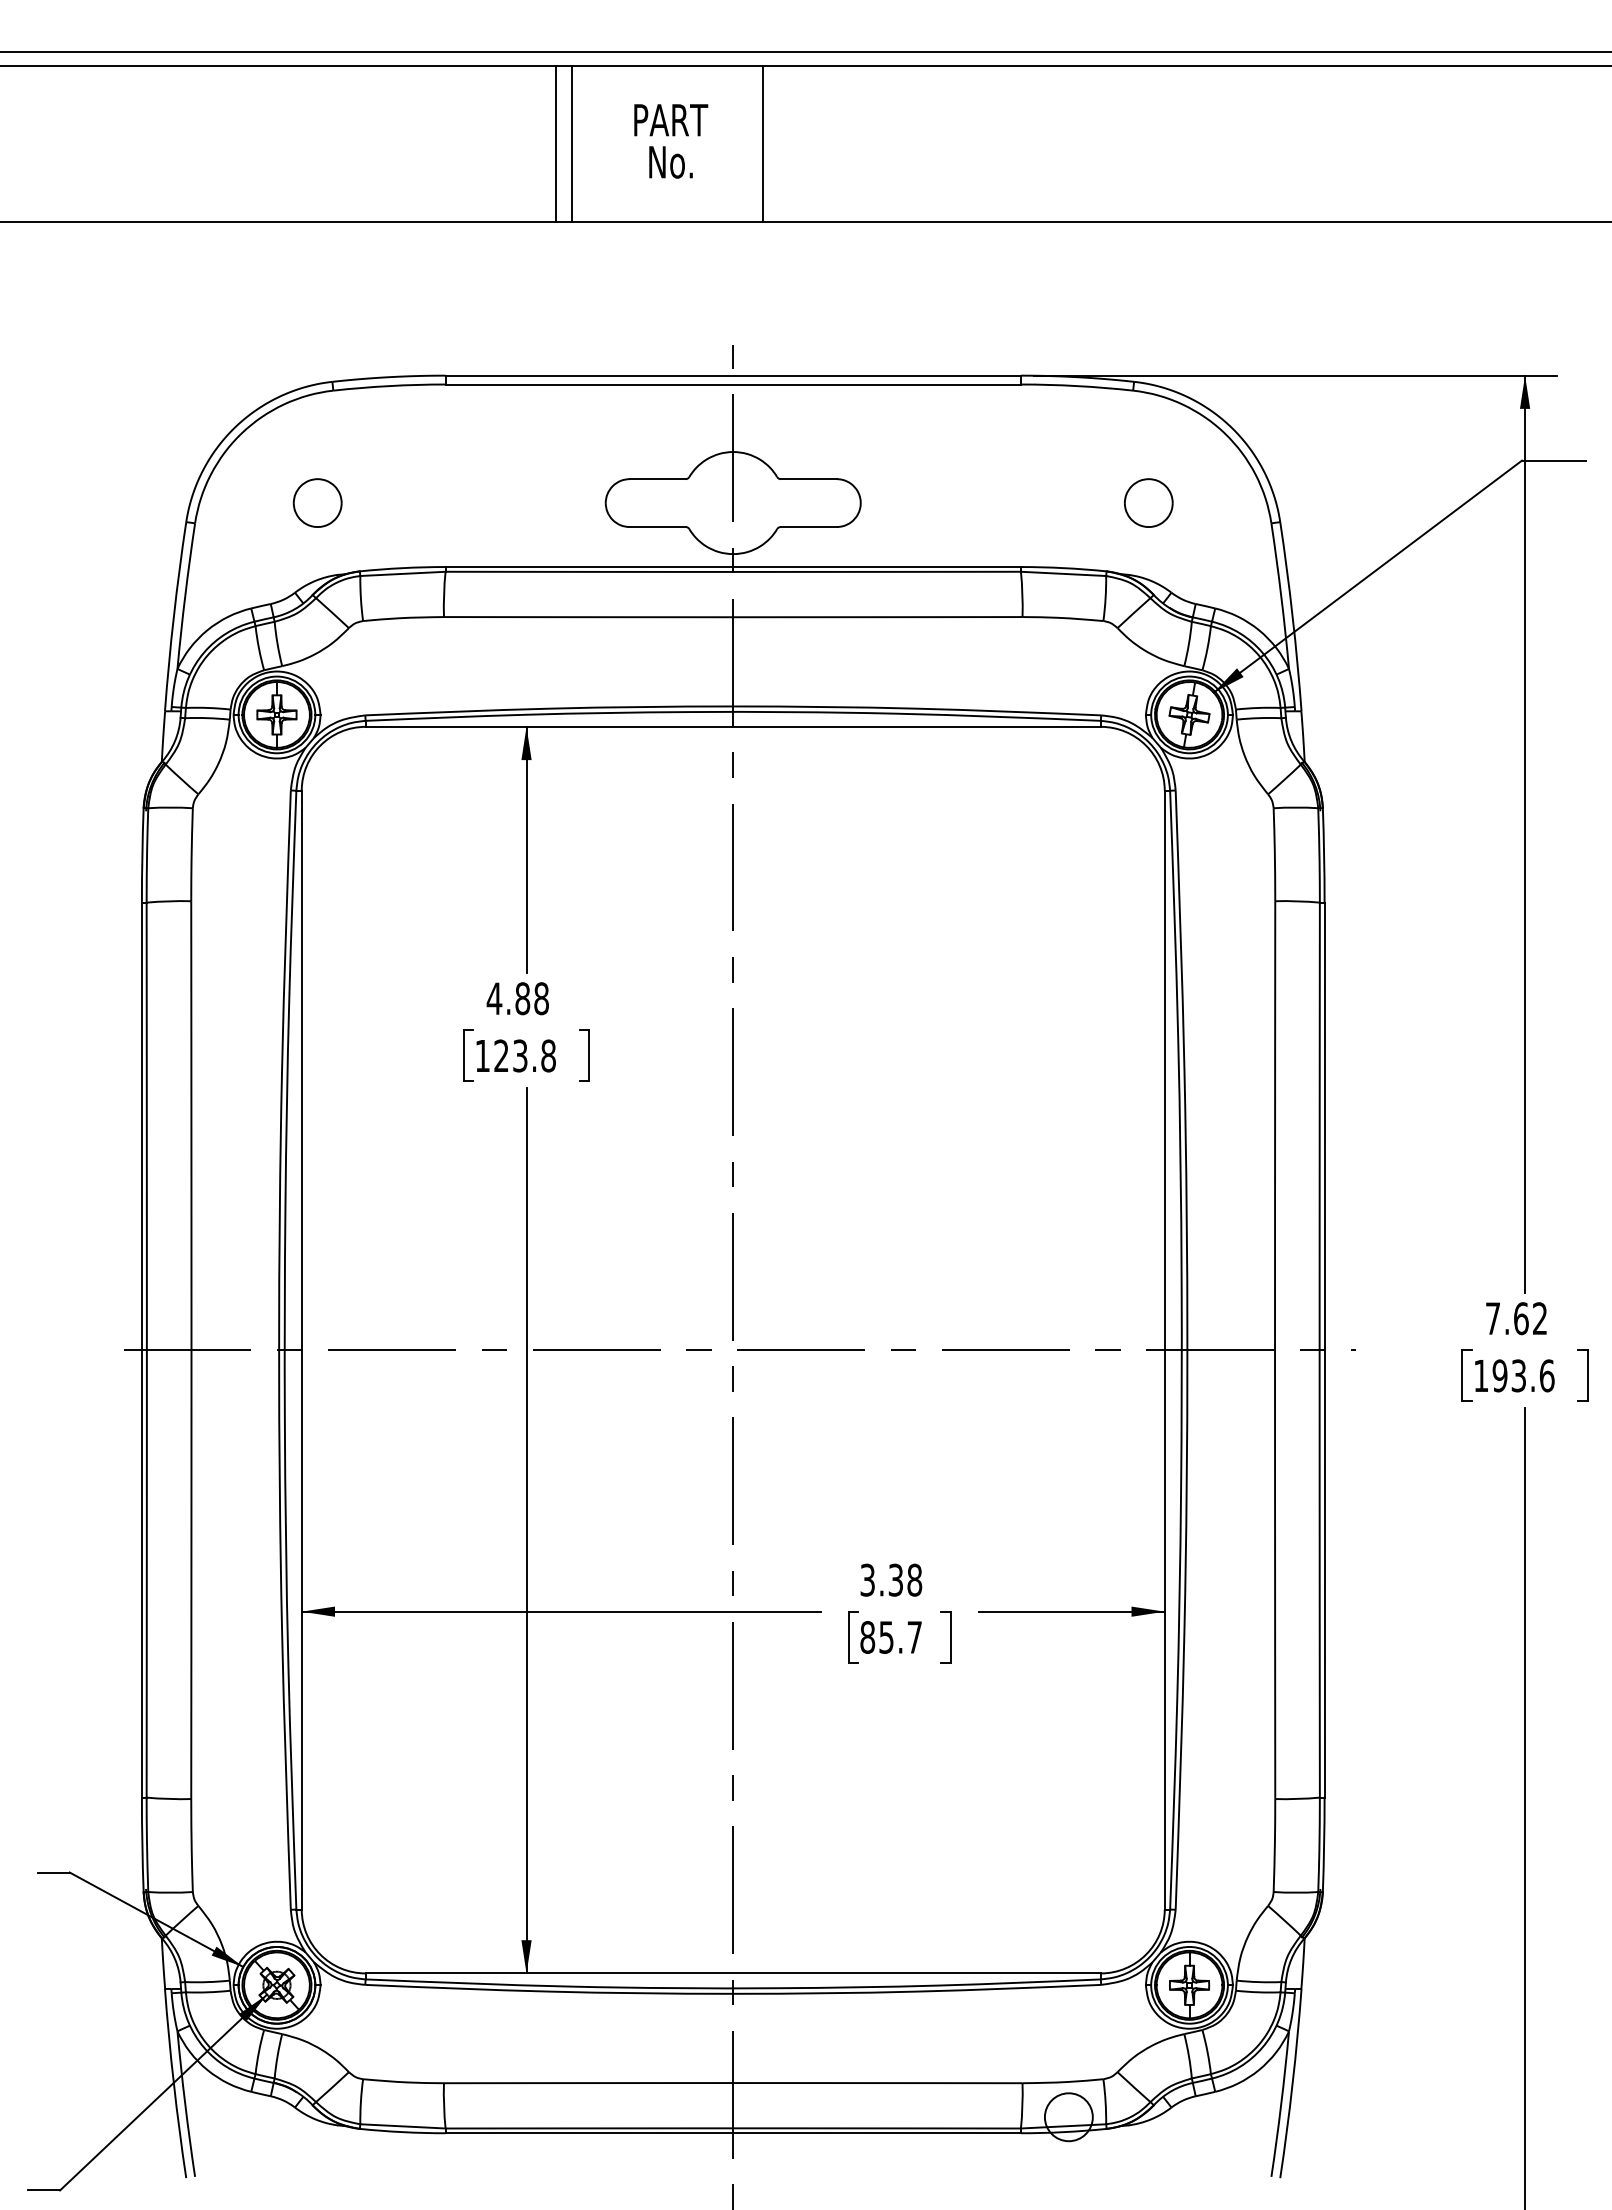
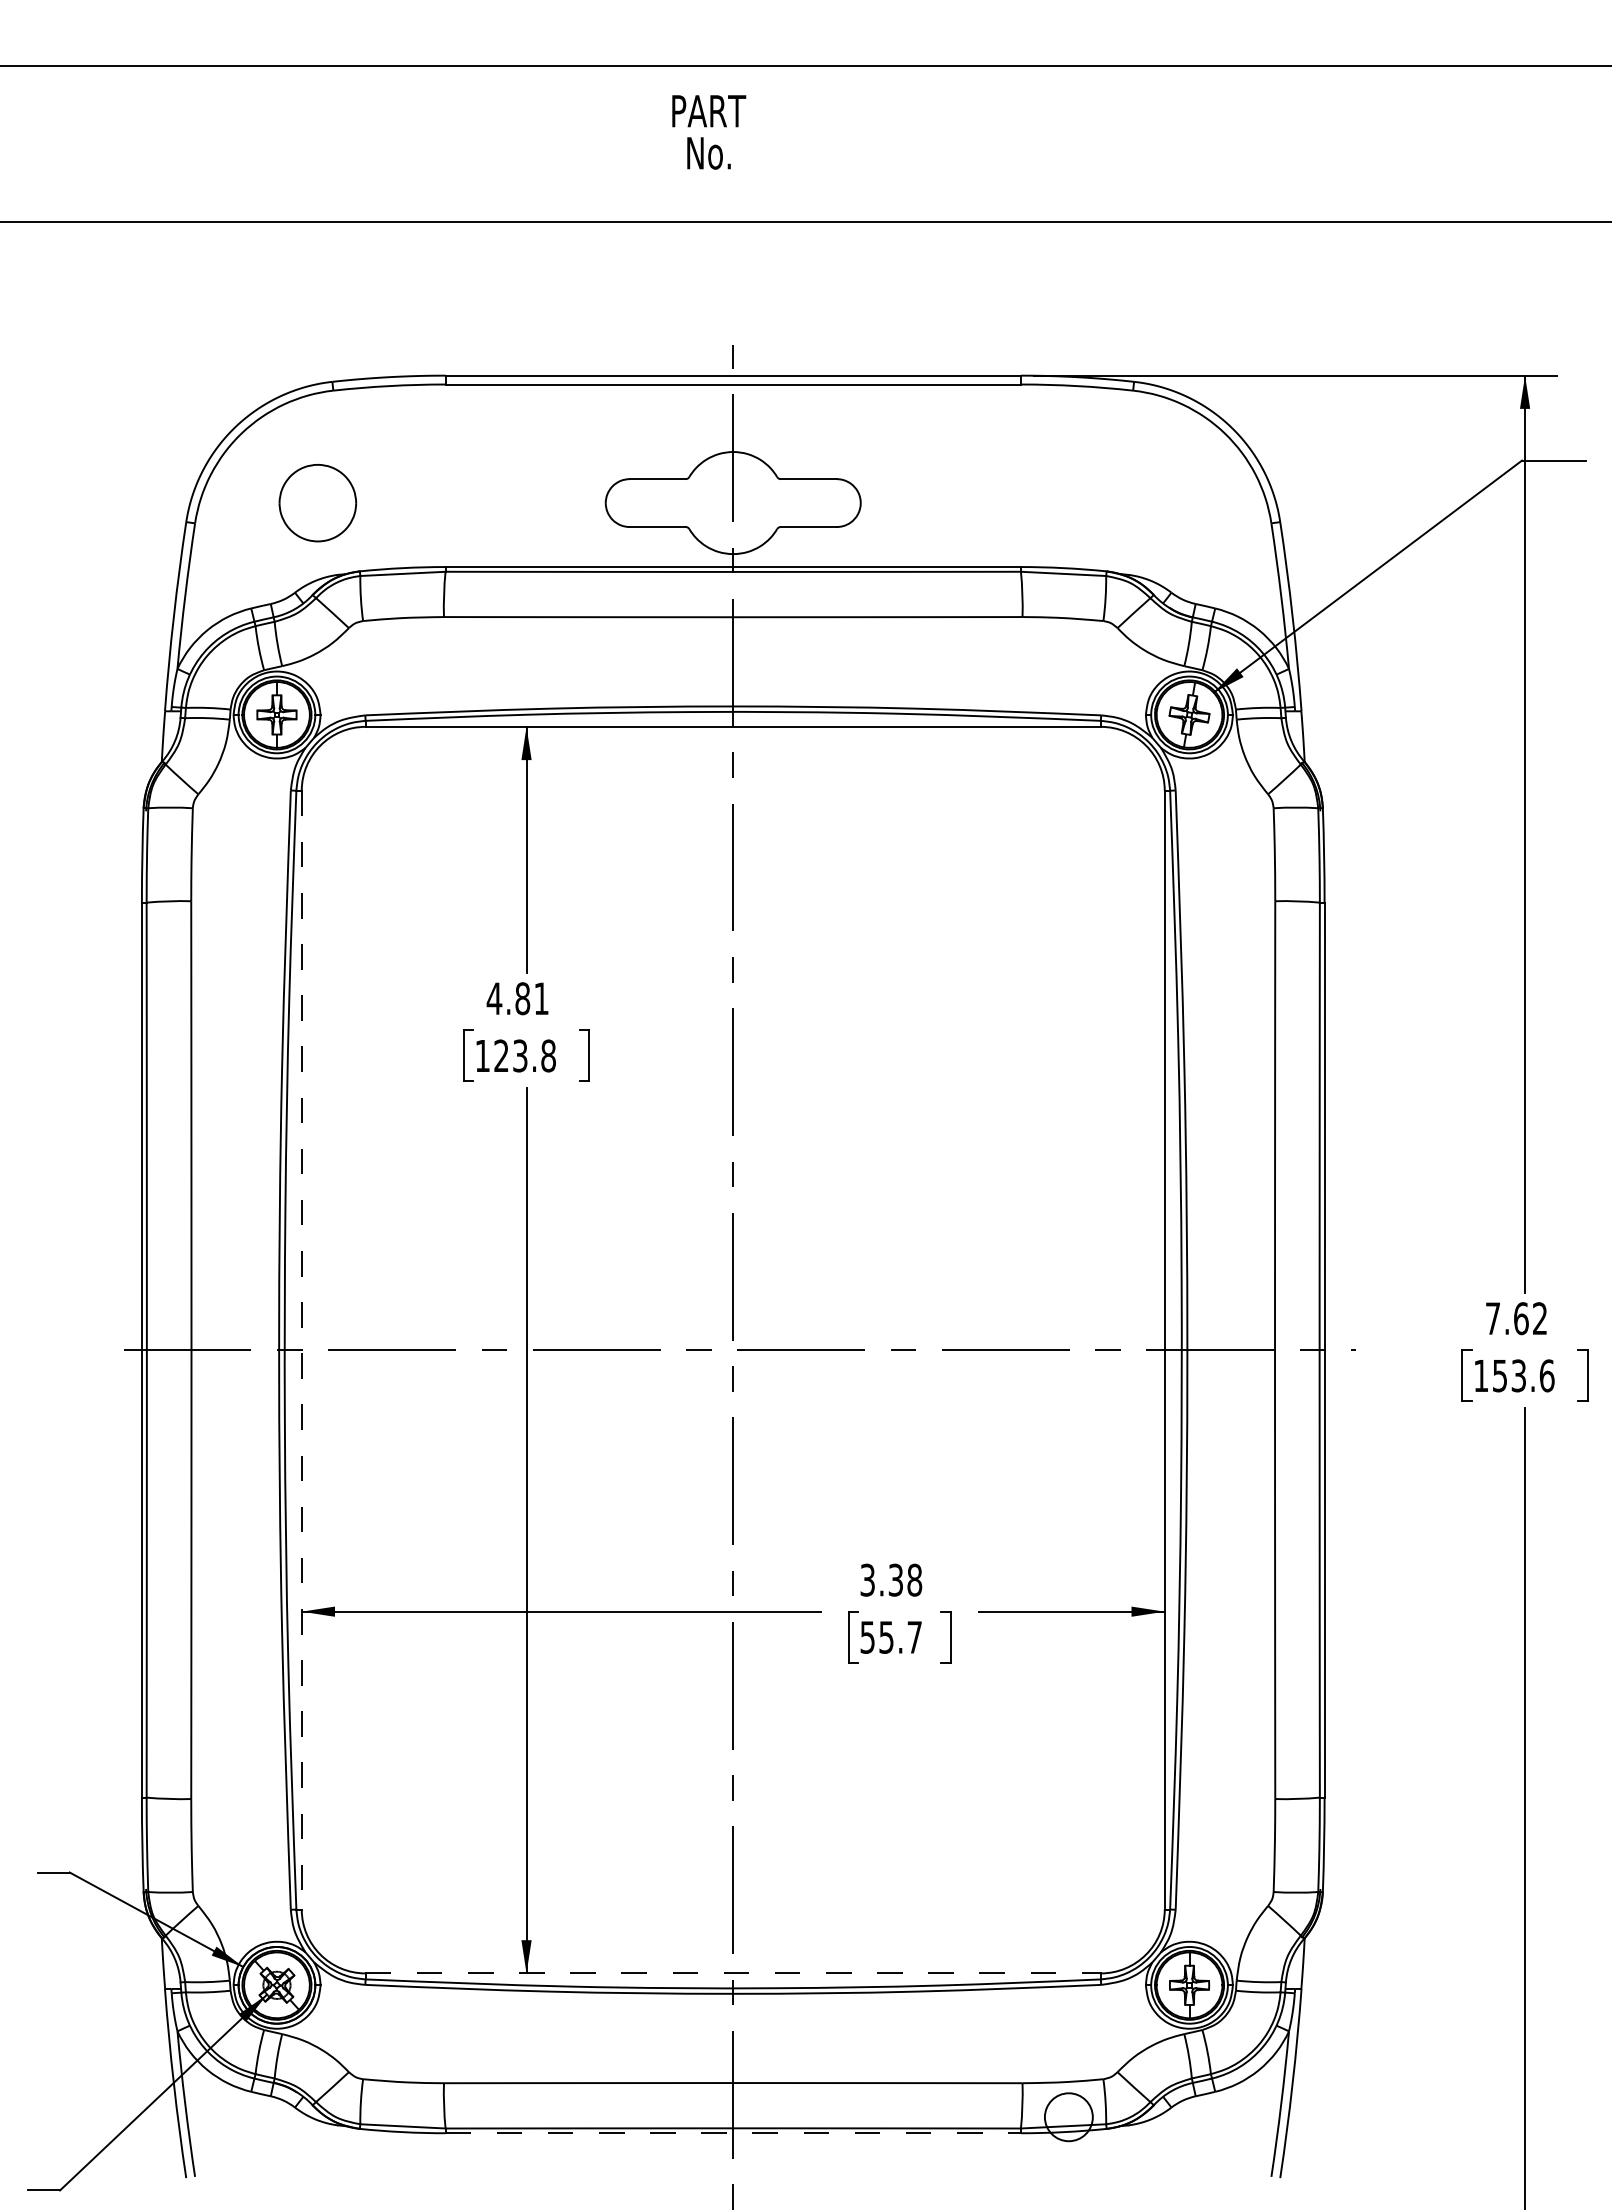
line at (805, 51): present -> none
text at (671, 141) position: (671, 141) -> (709, 132)
line at (555, 143): present -> none
line at (571, 143): present -> none
line at (763, 143): present -> none
part at (317, 502) size: 51x50 px -> 80x79 px
part at (1148, 502): present -> none
text at (541, 998): 4.88 -> 4.81
line at (301, 1350): solid -> dashed
text at (1499, 1375): 193.6 -> 153.6
text at (867, 1637): 85.7 -> 55.7
line at (733, 1973): solid -> dashed
line at (733, 2133): solid -> dashed
